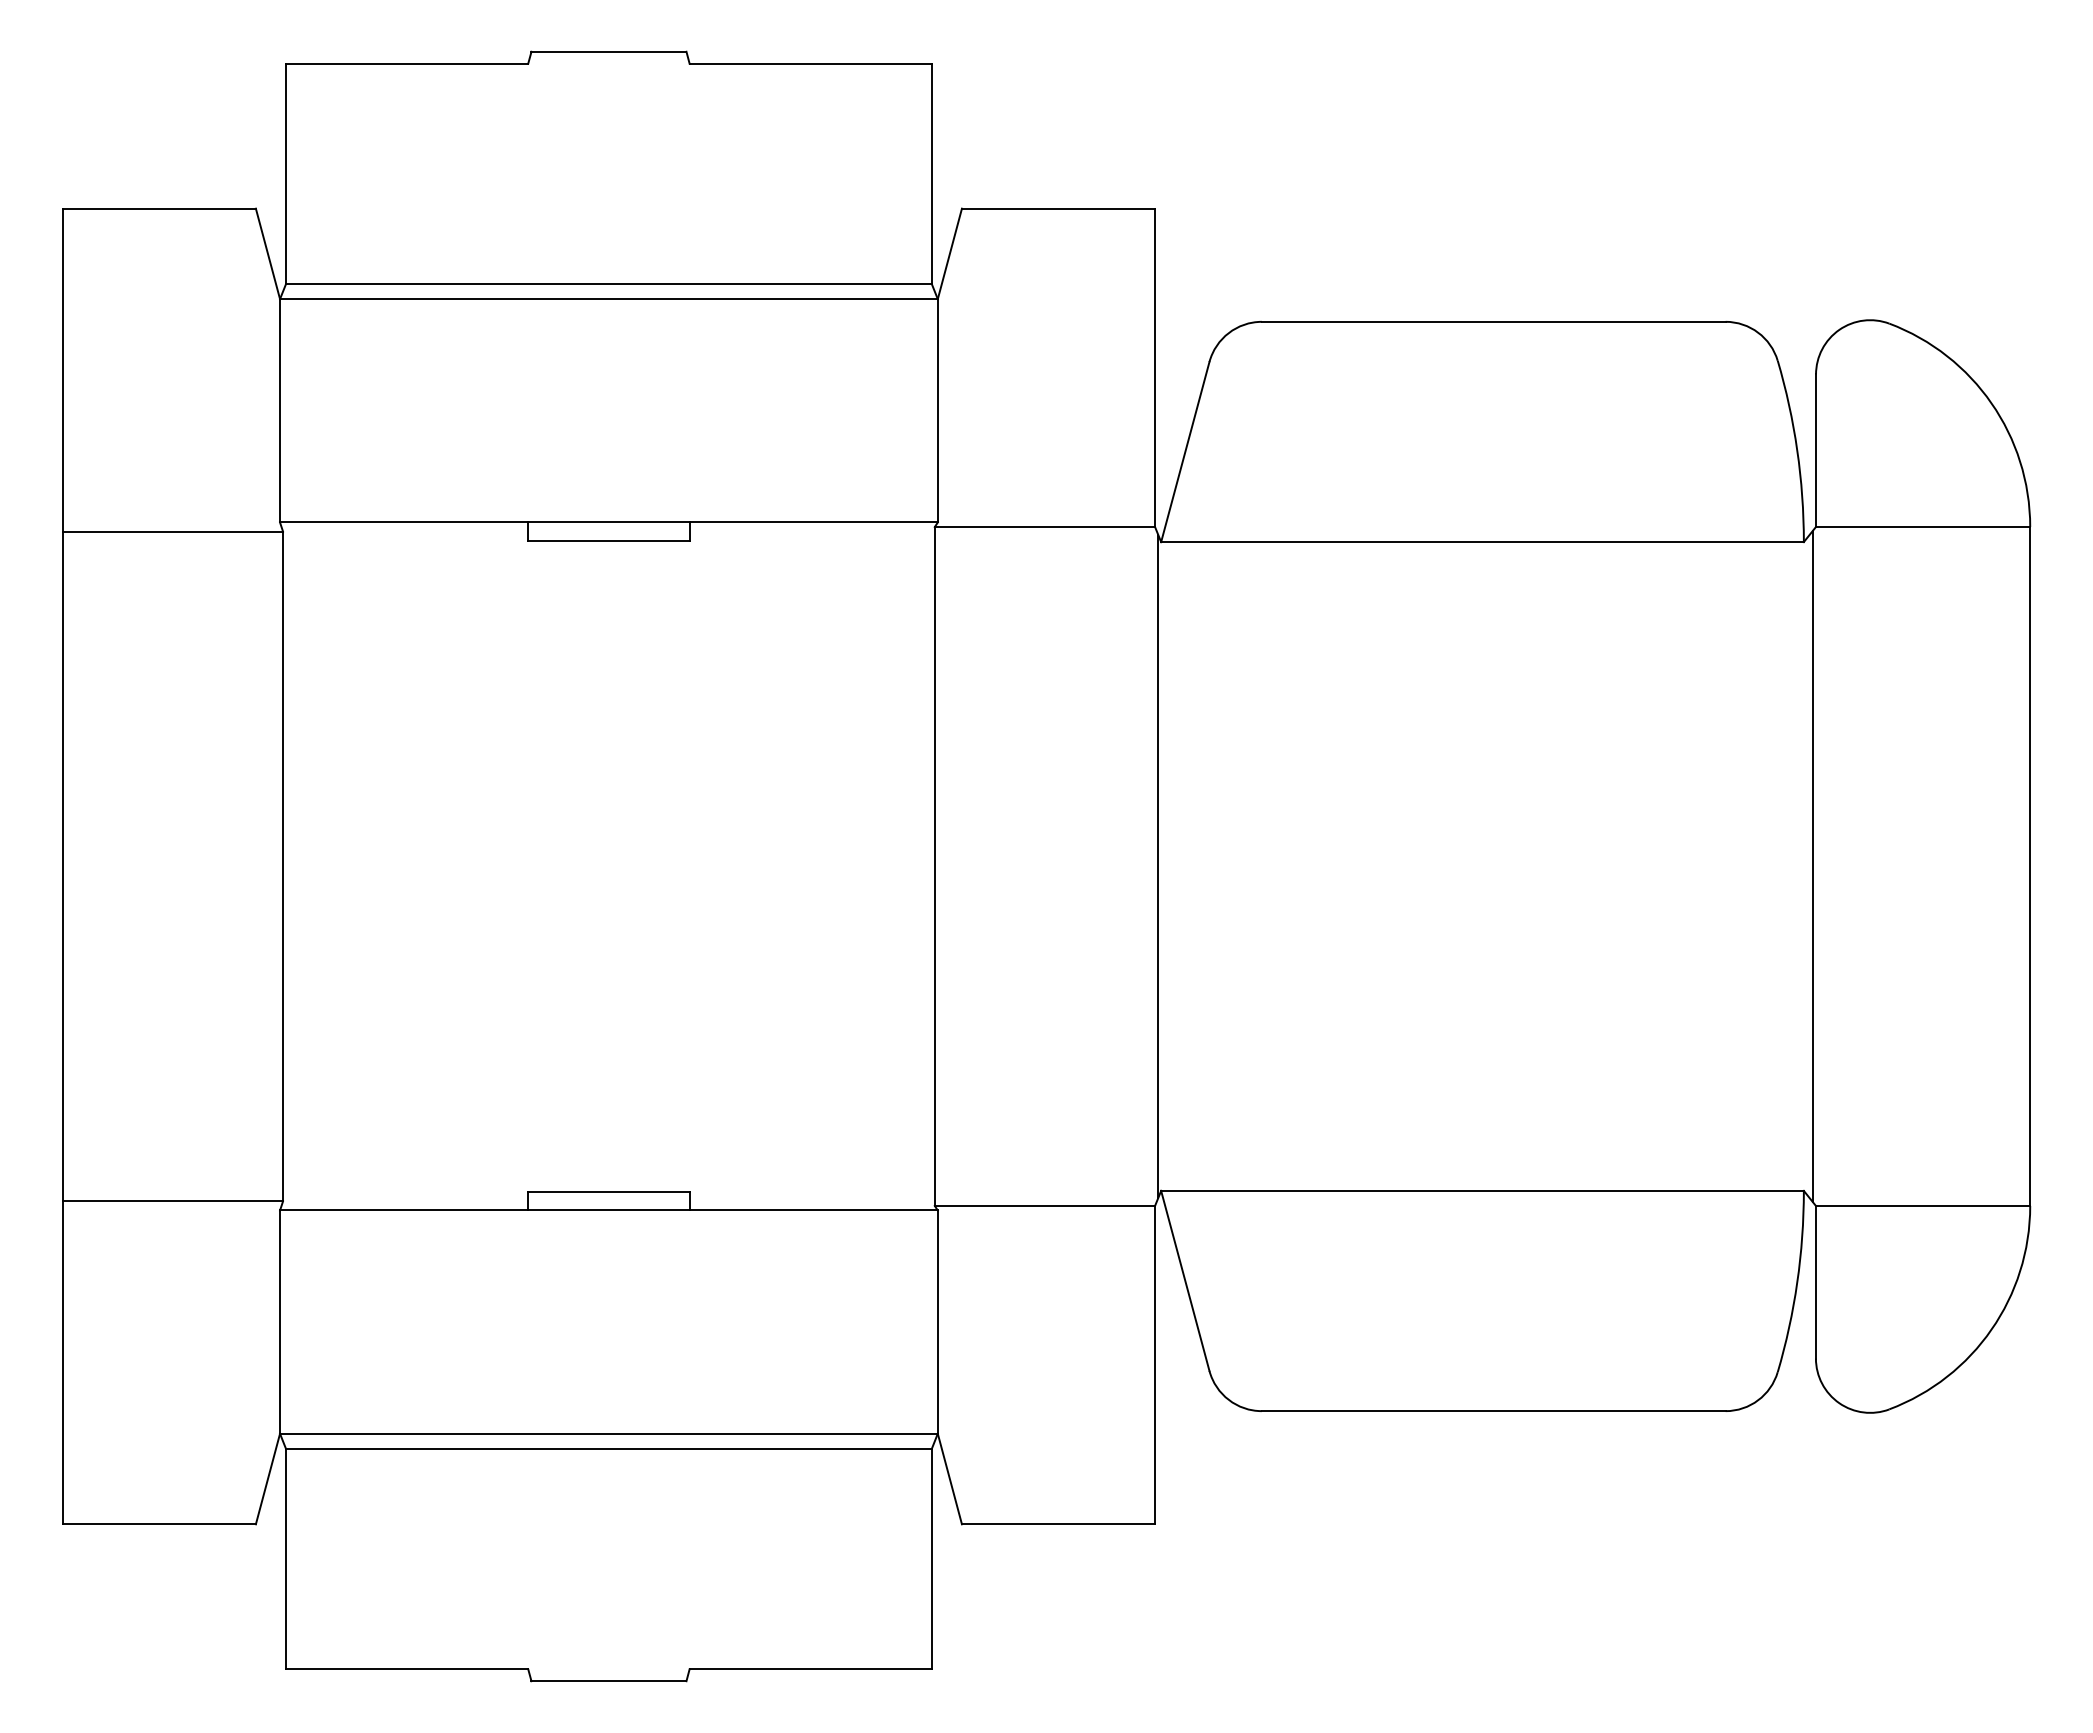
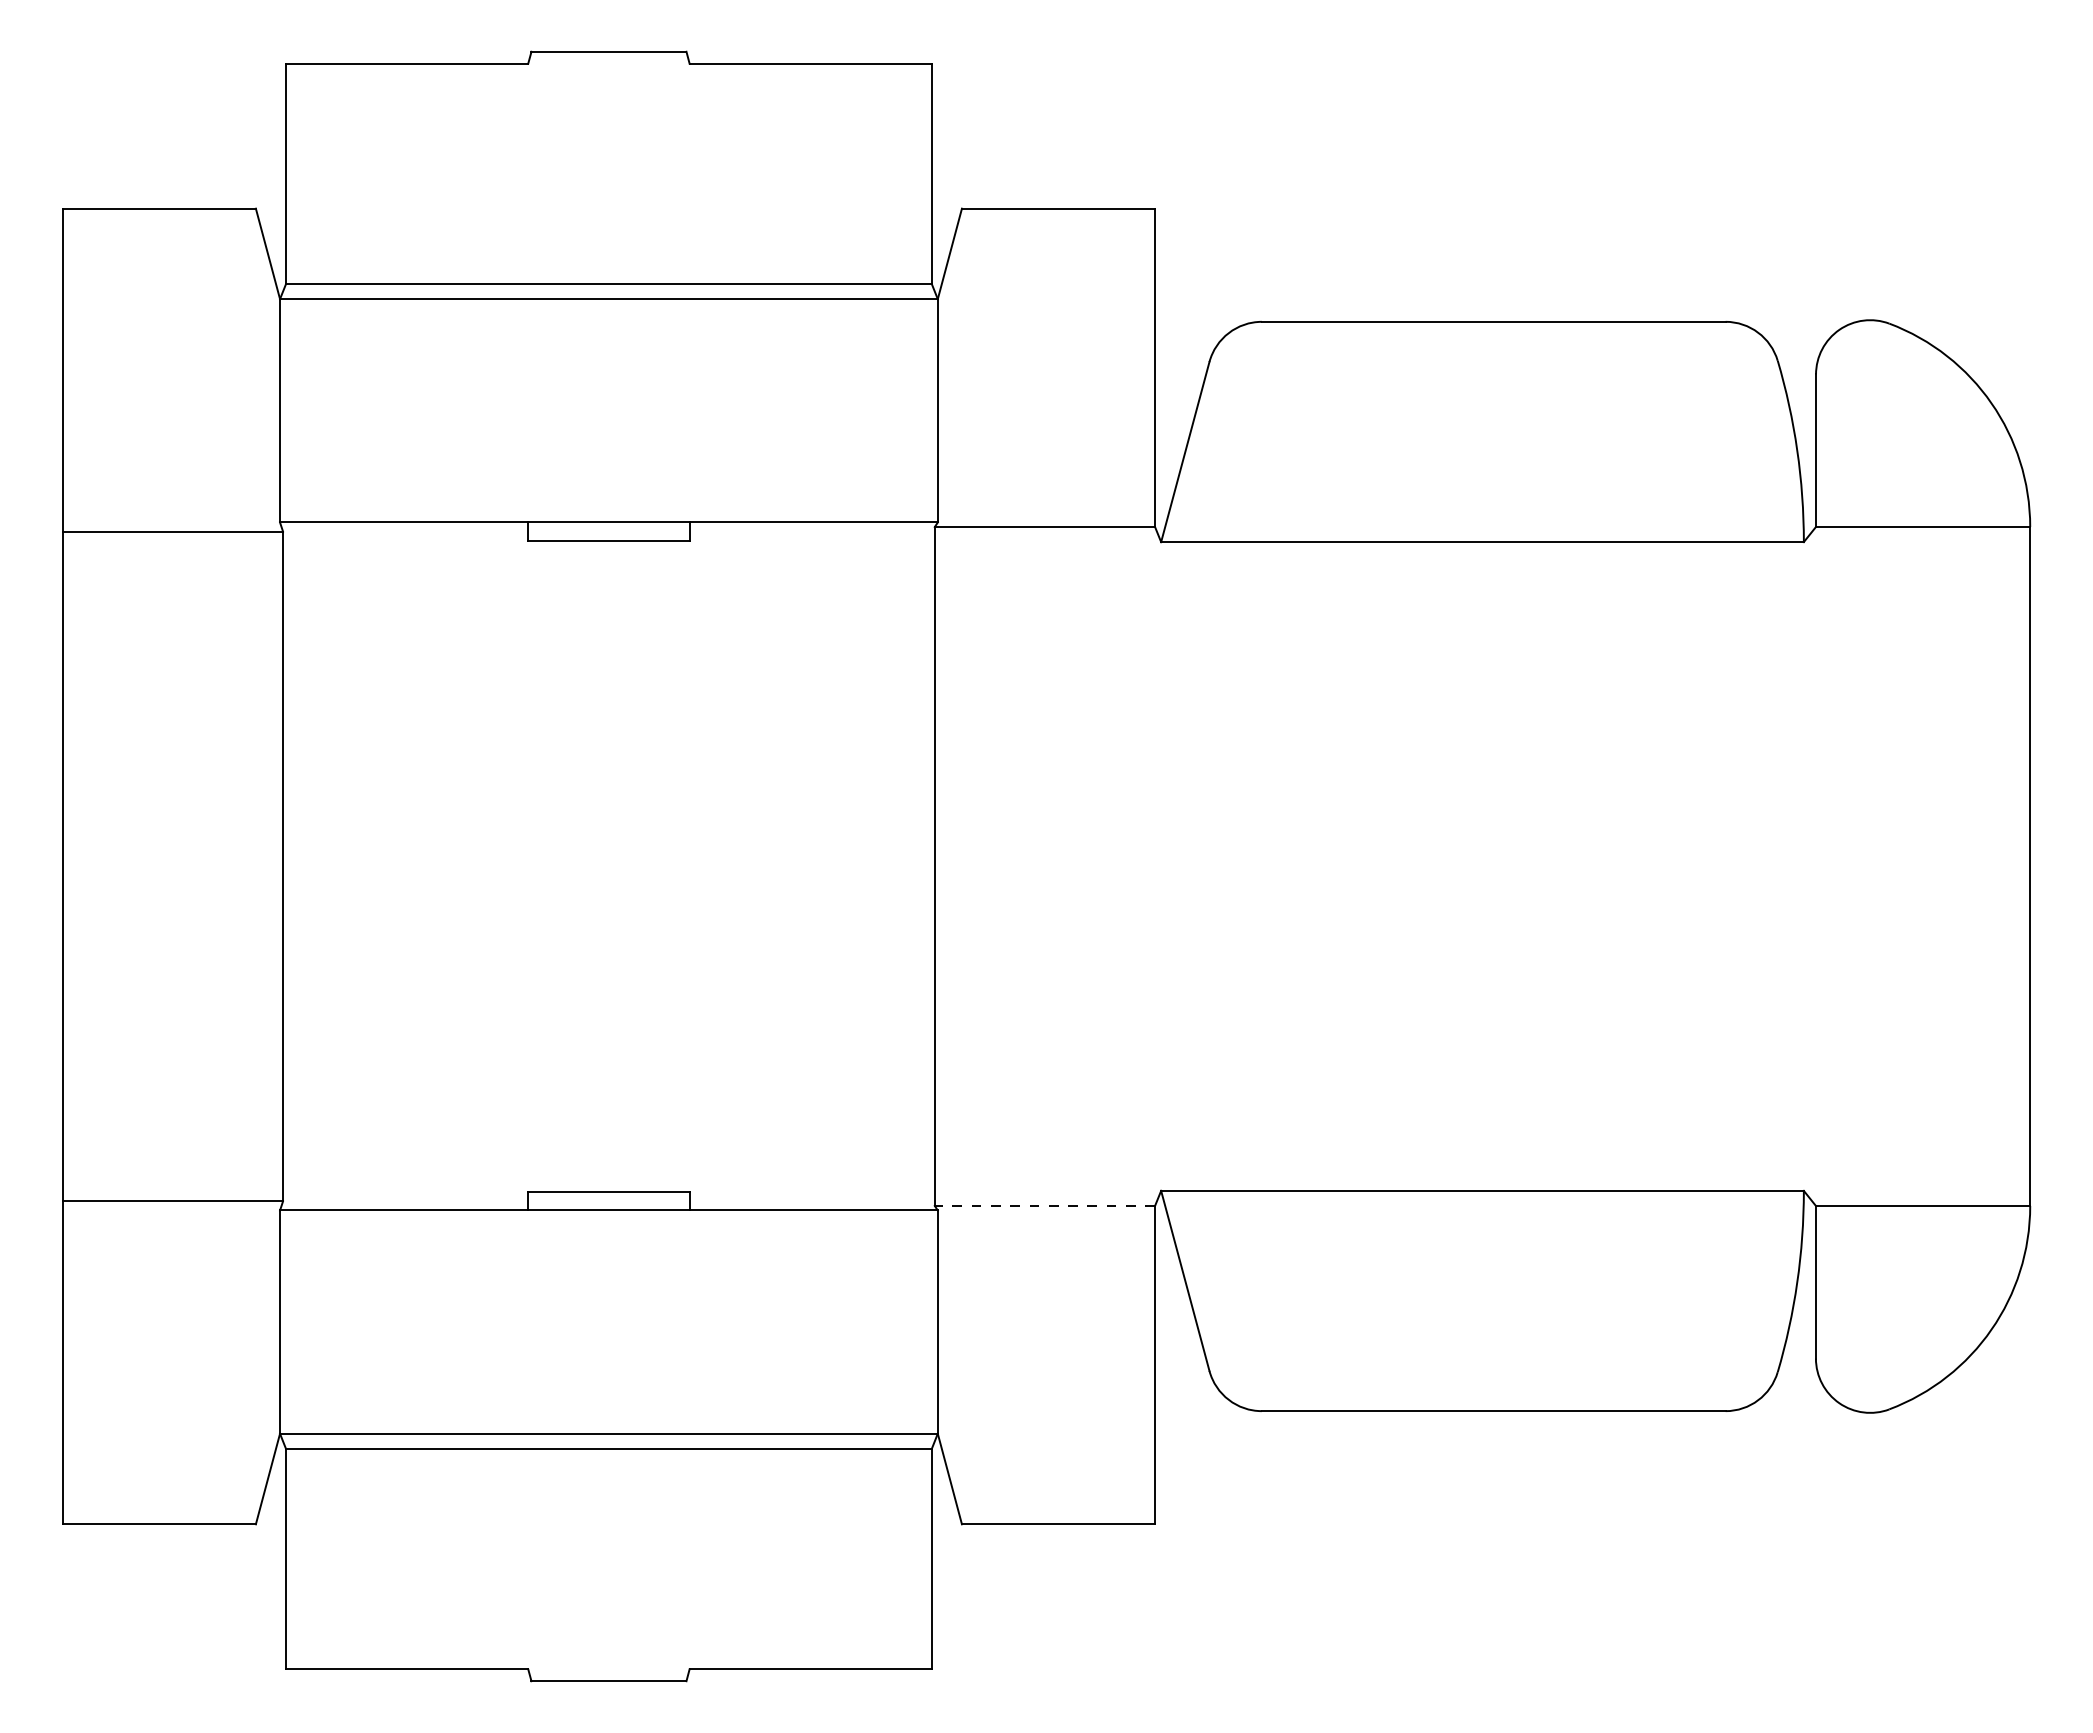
line at (1158, 866): present -> none
line at (1812, 866): present -> none
line at (1044, 1205): solid -> dashed
